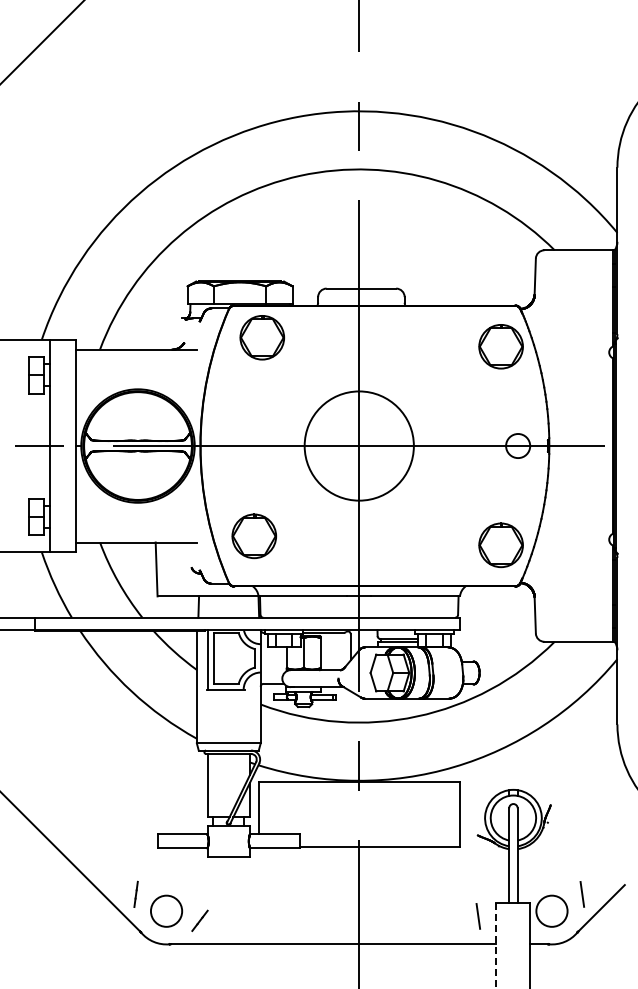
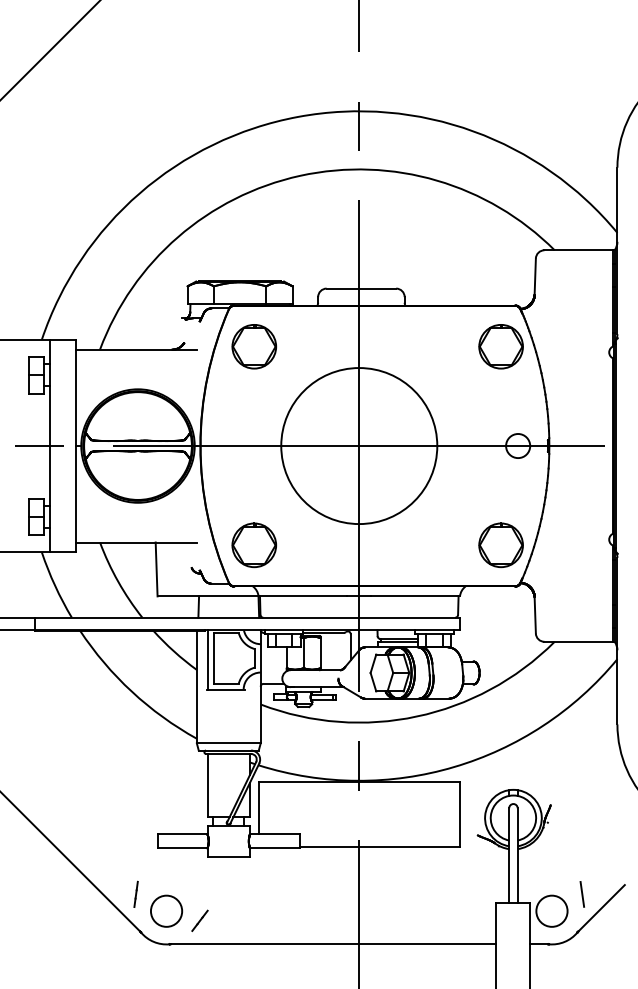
line at (42, 42) position: (42, 42) -> (50, 50)
part at (261, 337) position: (261, 337) -> (253, 346)
circle at (358, 445) diameter: 109 px -> 156 px
part at (253, 536) position: (253, 536) -> (253, 545)
line at (477, 916): present -> none
line at (496, 946): dashed -> solid
